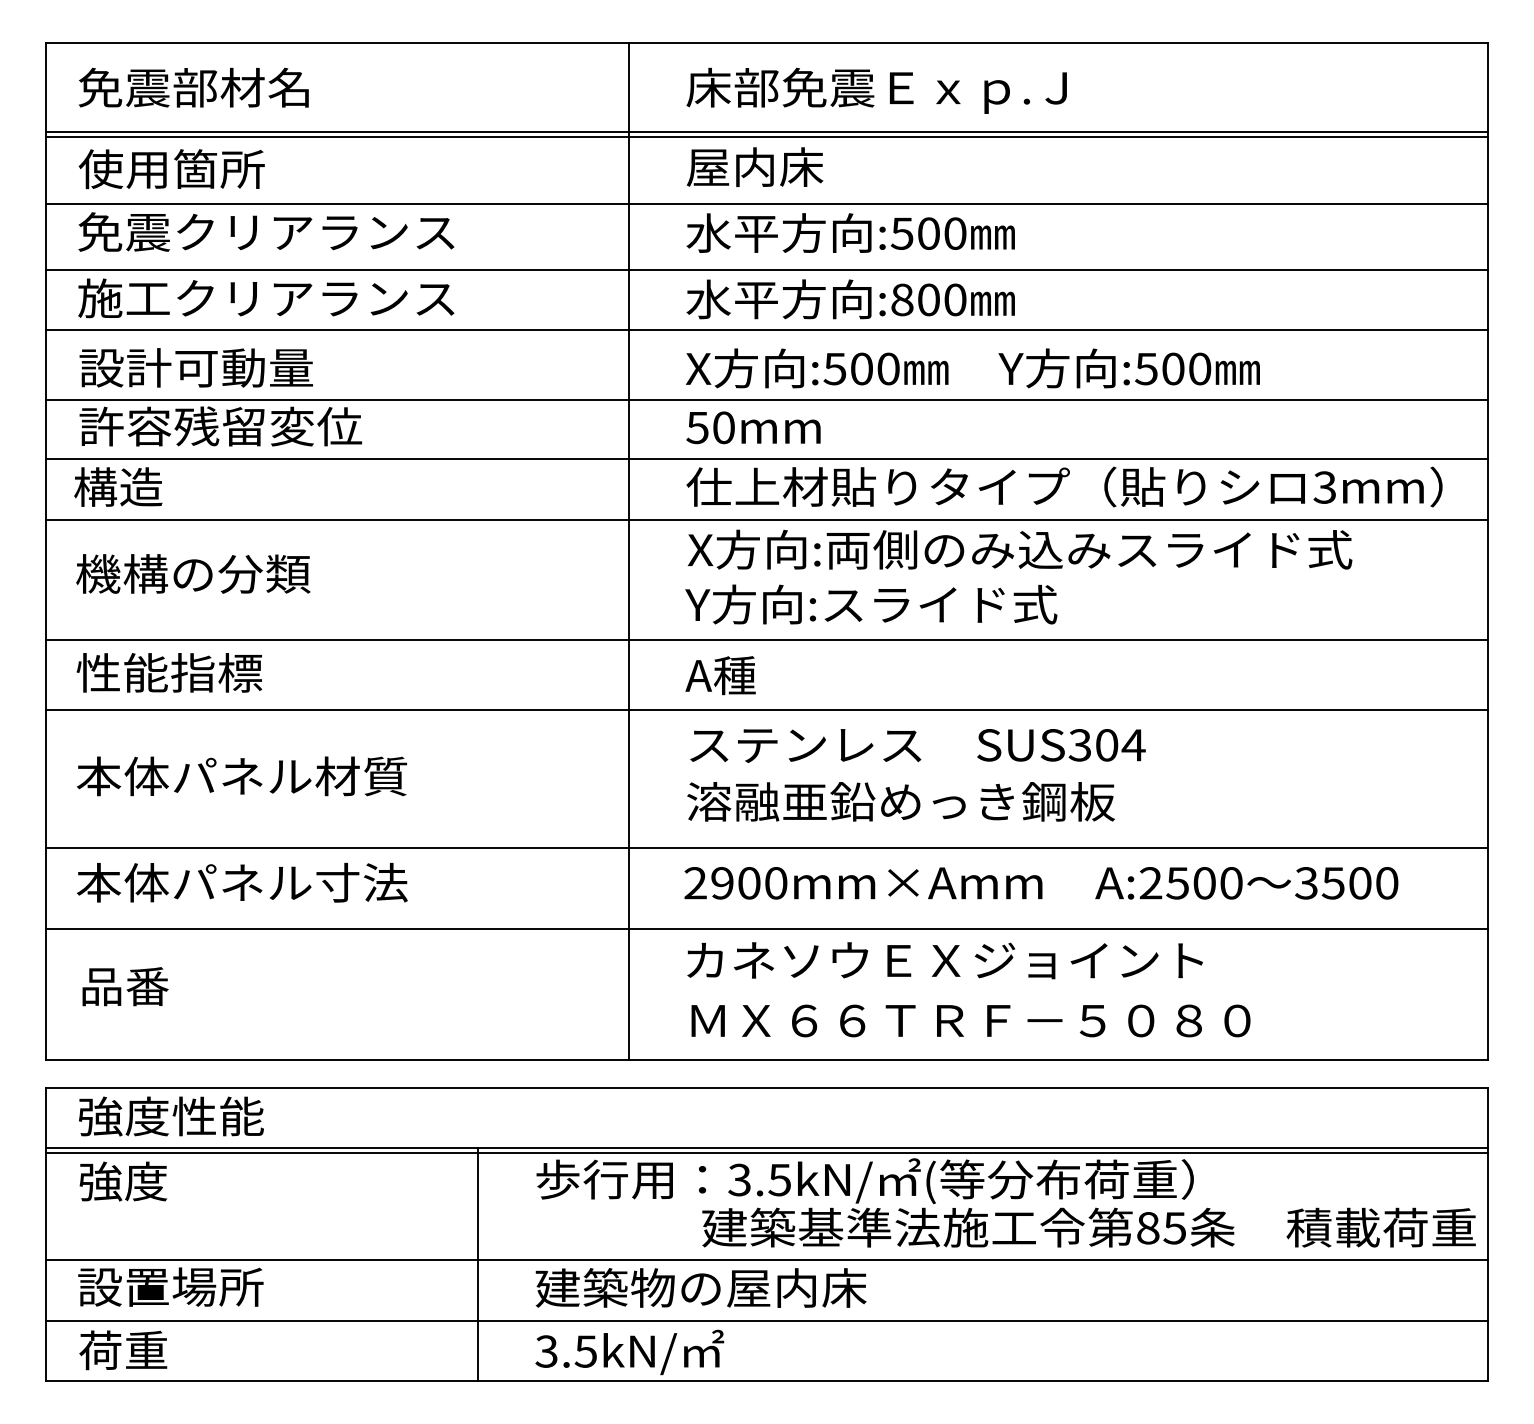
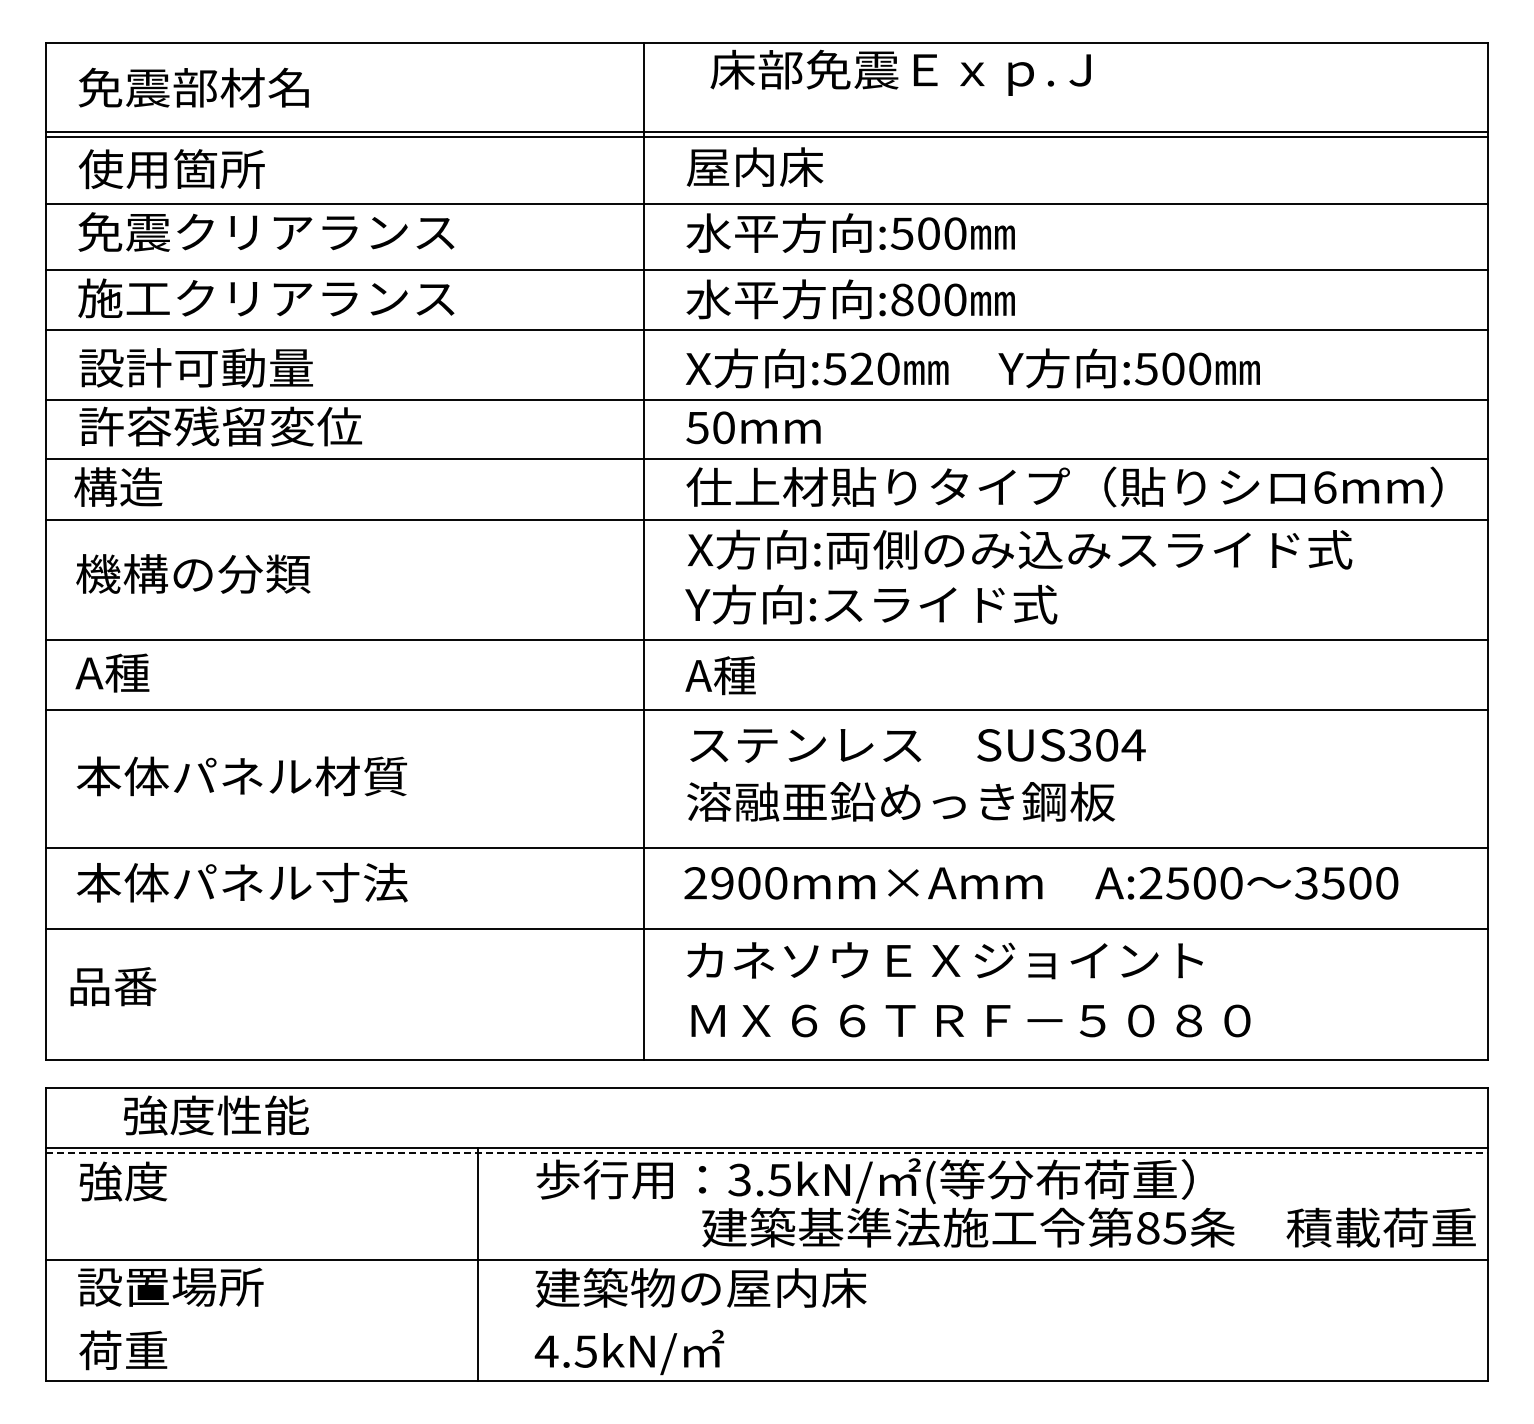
text at (876, 90) position: (876, 90) -> (900, 72)
text at (861, 368): :500 -> :520
text at (1324, 487): 3mm -> 6mm
line at (629, 551) position: (629, 551) -> (644, 551)
text at (168, 672): 性能指標 -> A種
text at (125, 986) position: (125, 986) -> (113, 986)
text at (171, 1116) position: (171, 1116) -> (216, 1115)
line at (767, 1153): solid -> dashed
line at (766, 1321): present -> none
text at (546, 1351): 3.5kN/ -> 4.5kN/
